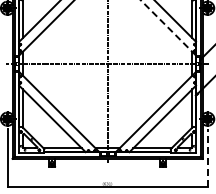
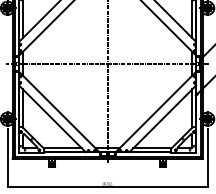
line at (168, 28): dashed -> solid
line at (207, 158): dashed -> solid
